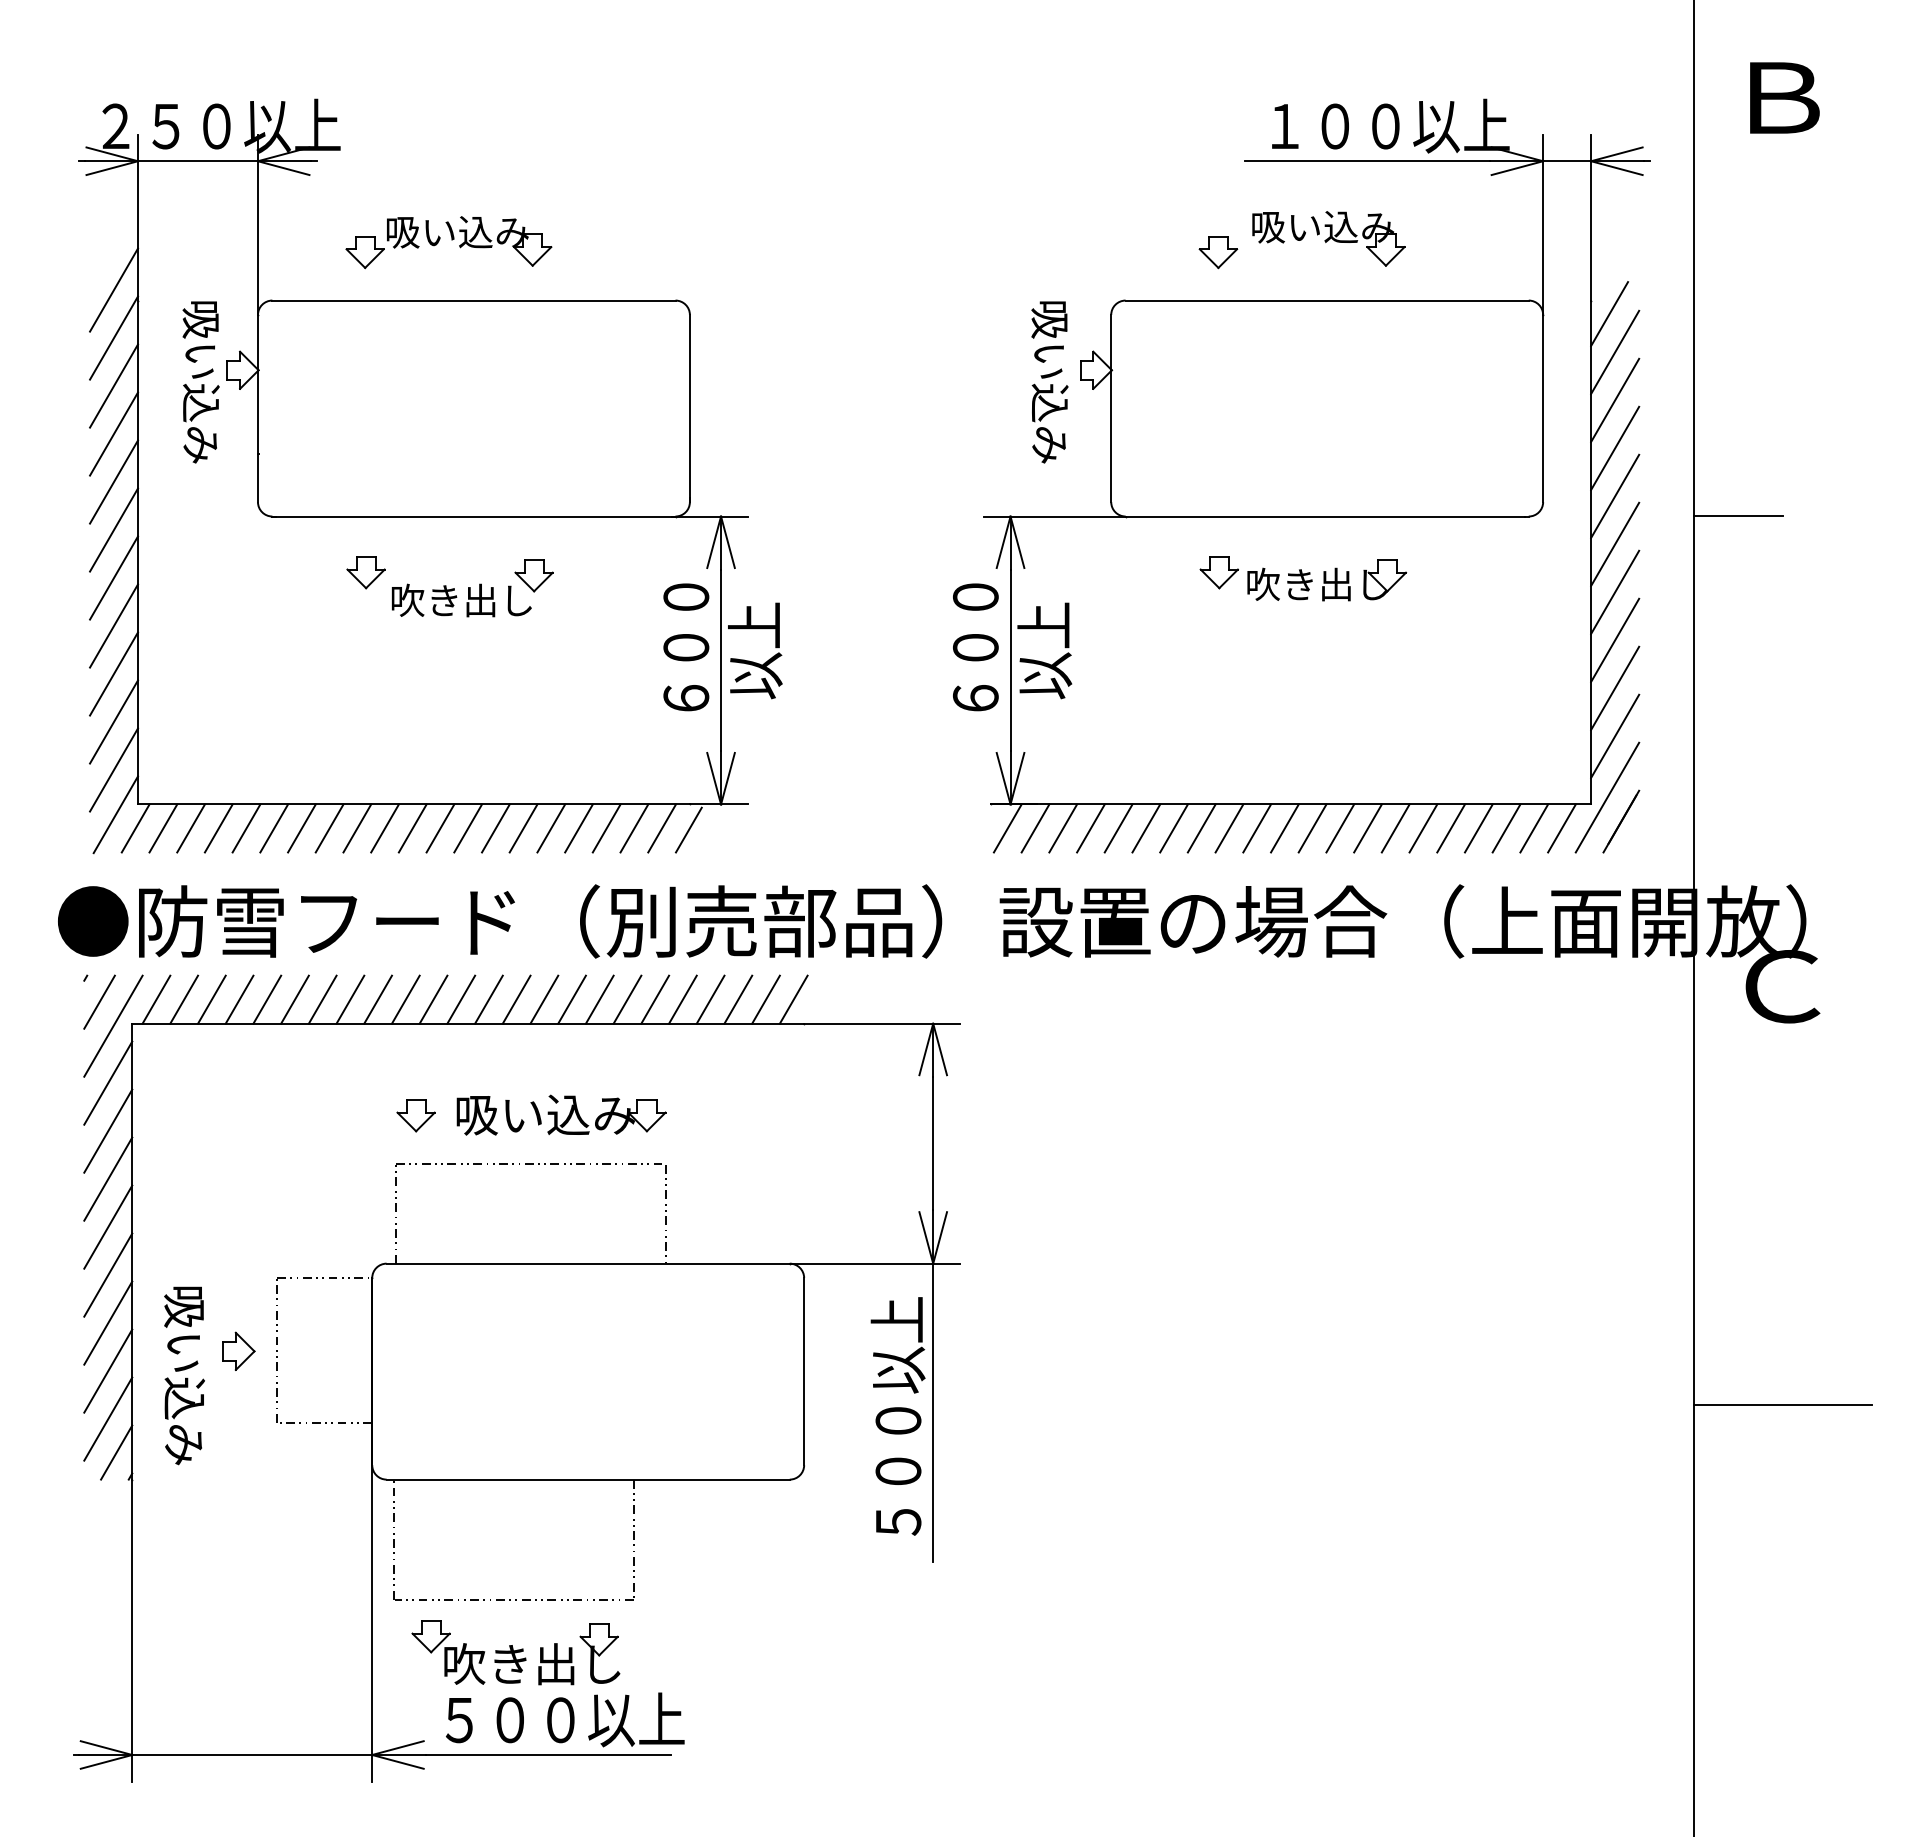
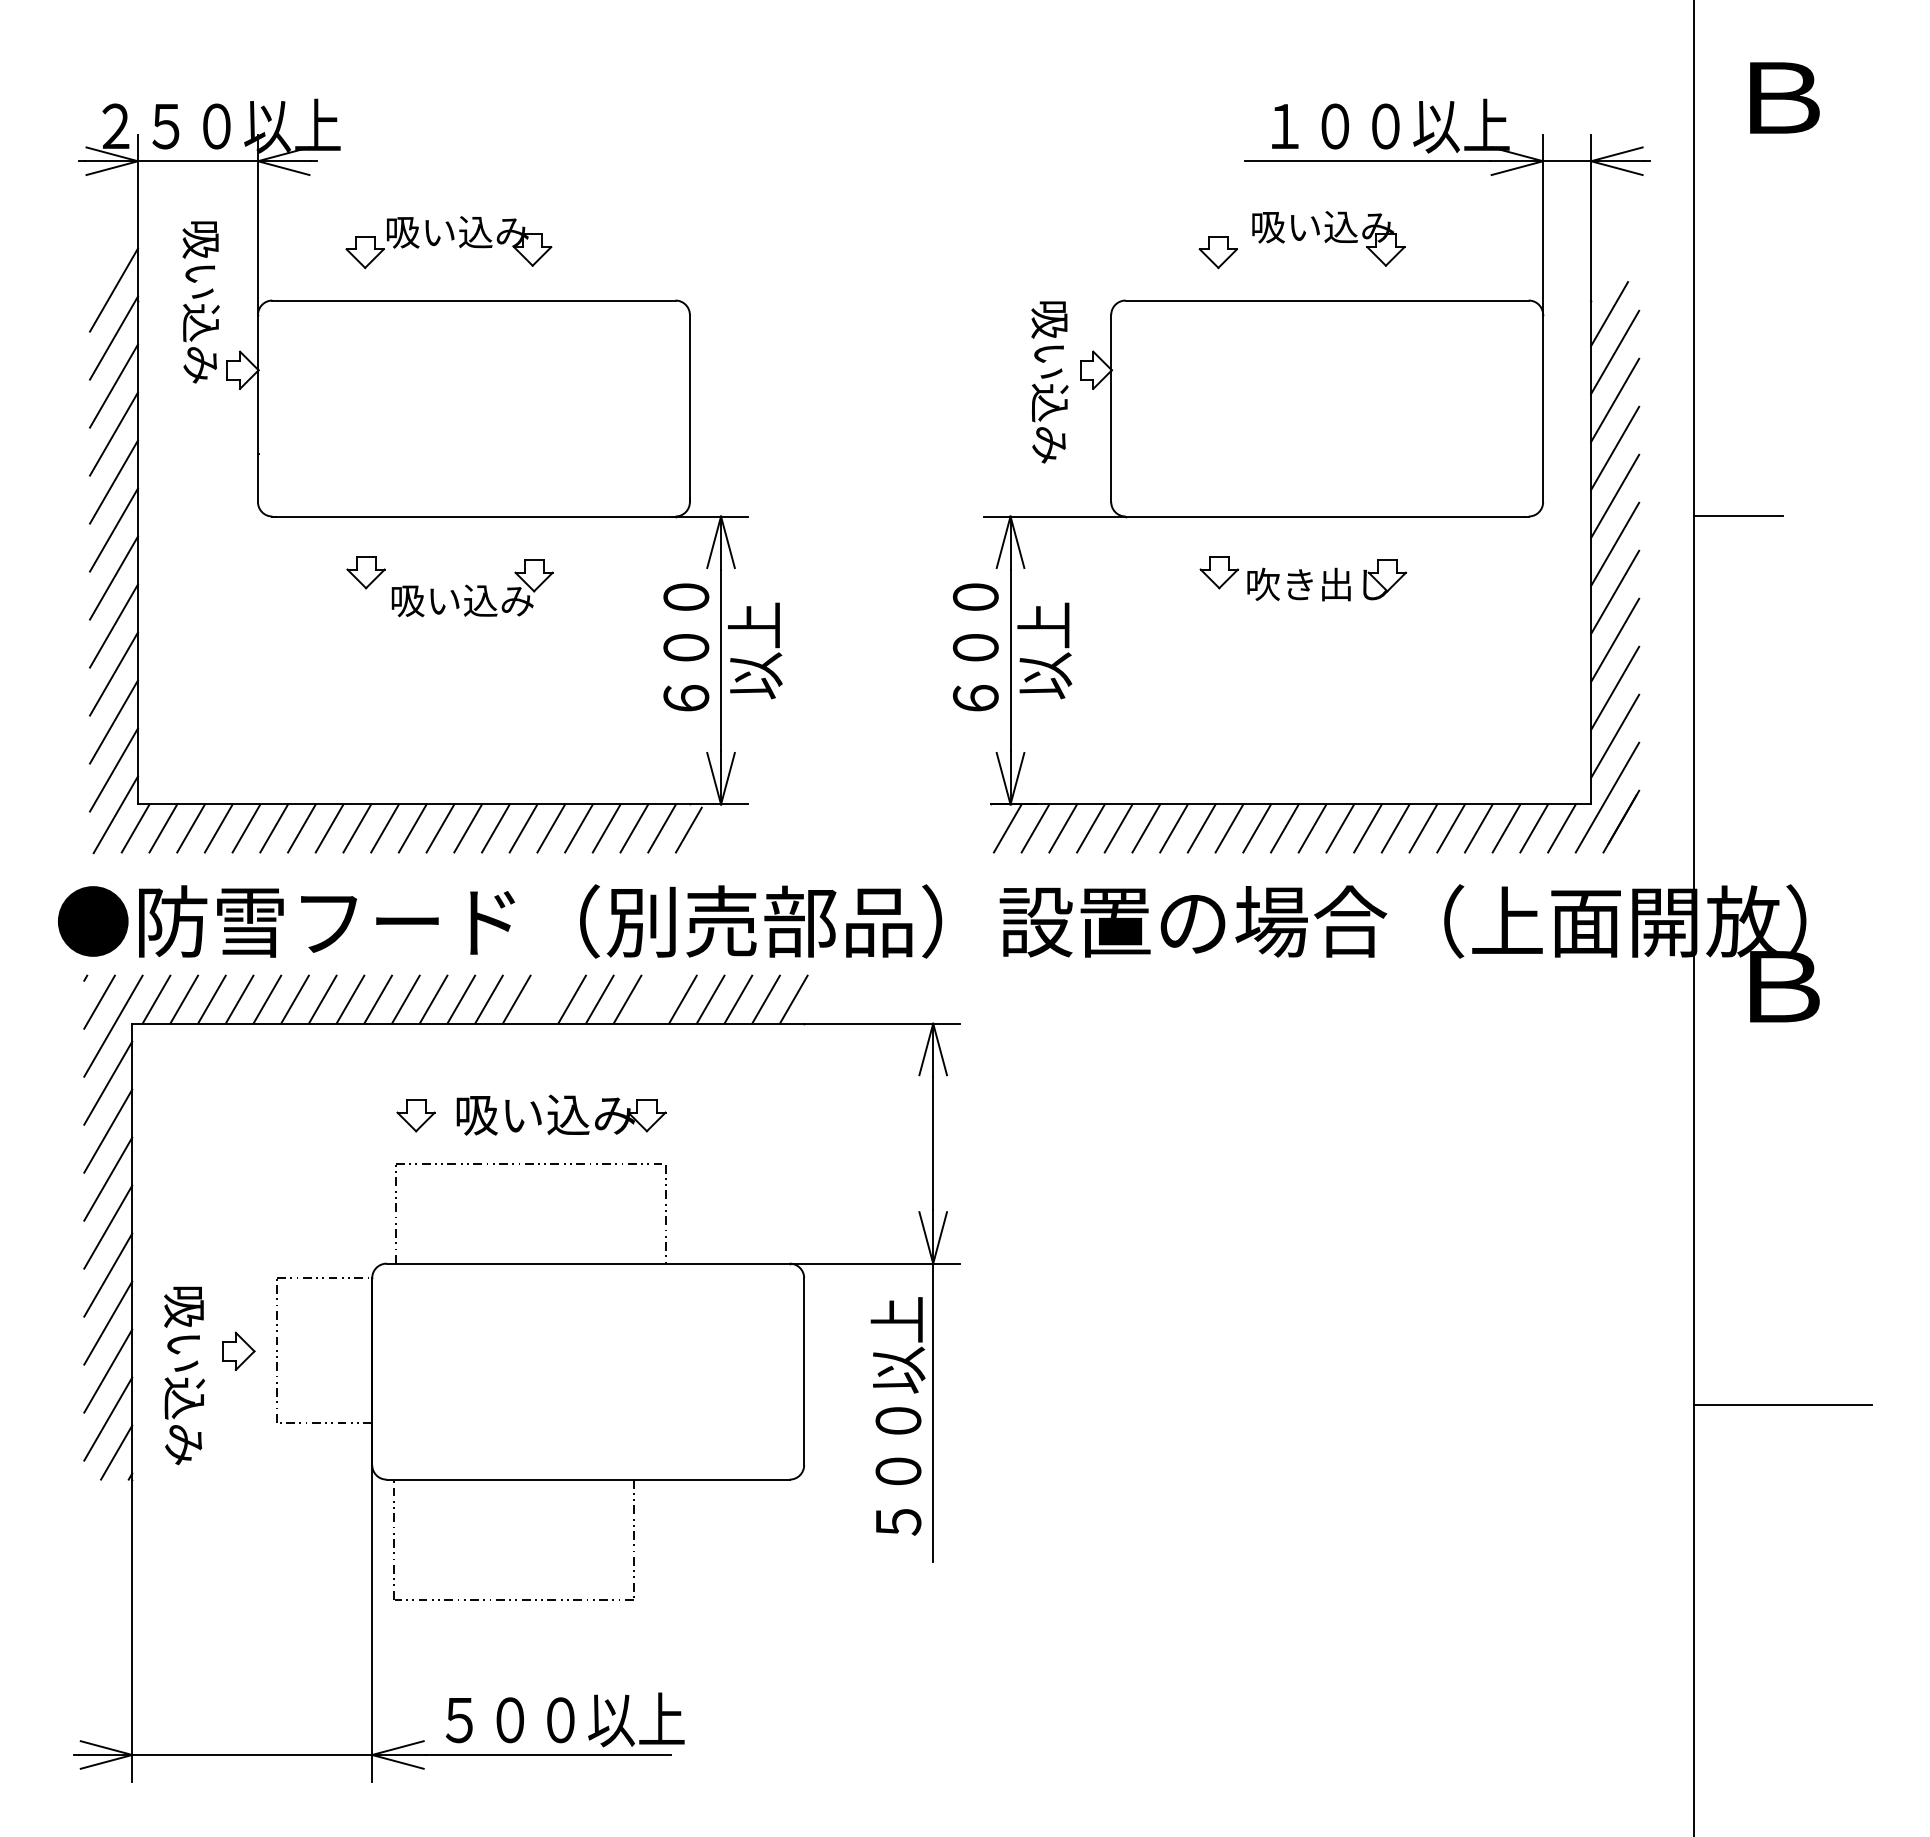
text at (200, 382) position: (200, 382) -> (200, 302)
text at (462, 600): 吹き出し -> 吸い込み
text at (1782, 986): Ｃ -> Ｂ
line at (544, 999): present -> none
line at (655, 999): present -> none
part at (515, 1652): present -> none
